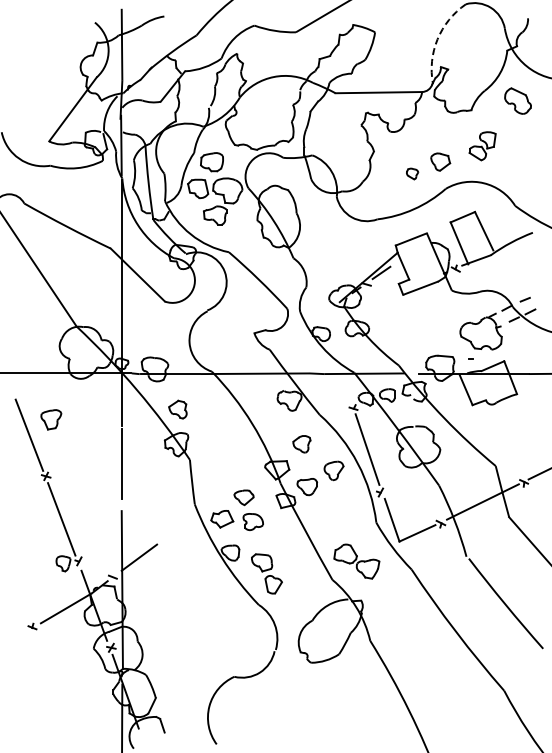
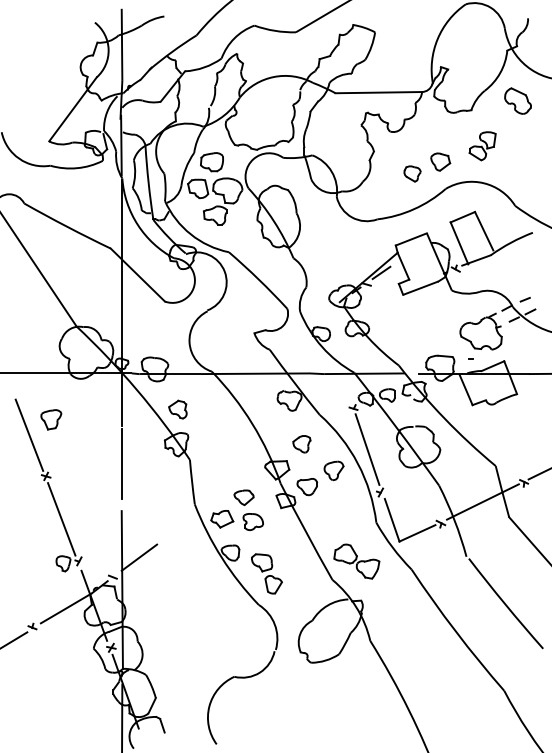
arc at (437, 39): dashed -> solid
part at (412, 173) size: 14x14 px -> 19x18 px
line at (14, 639): none -> present
